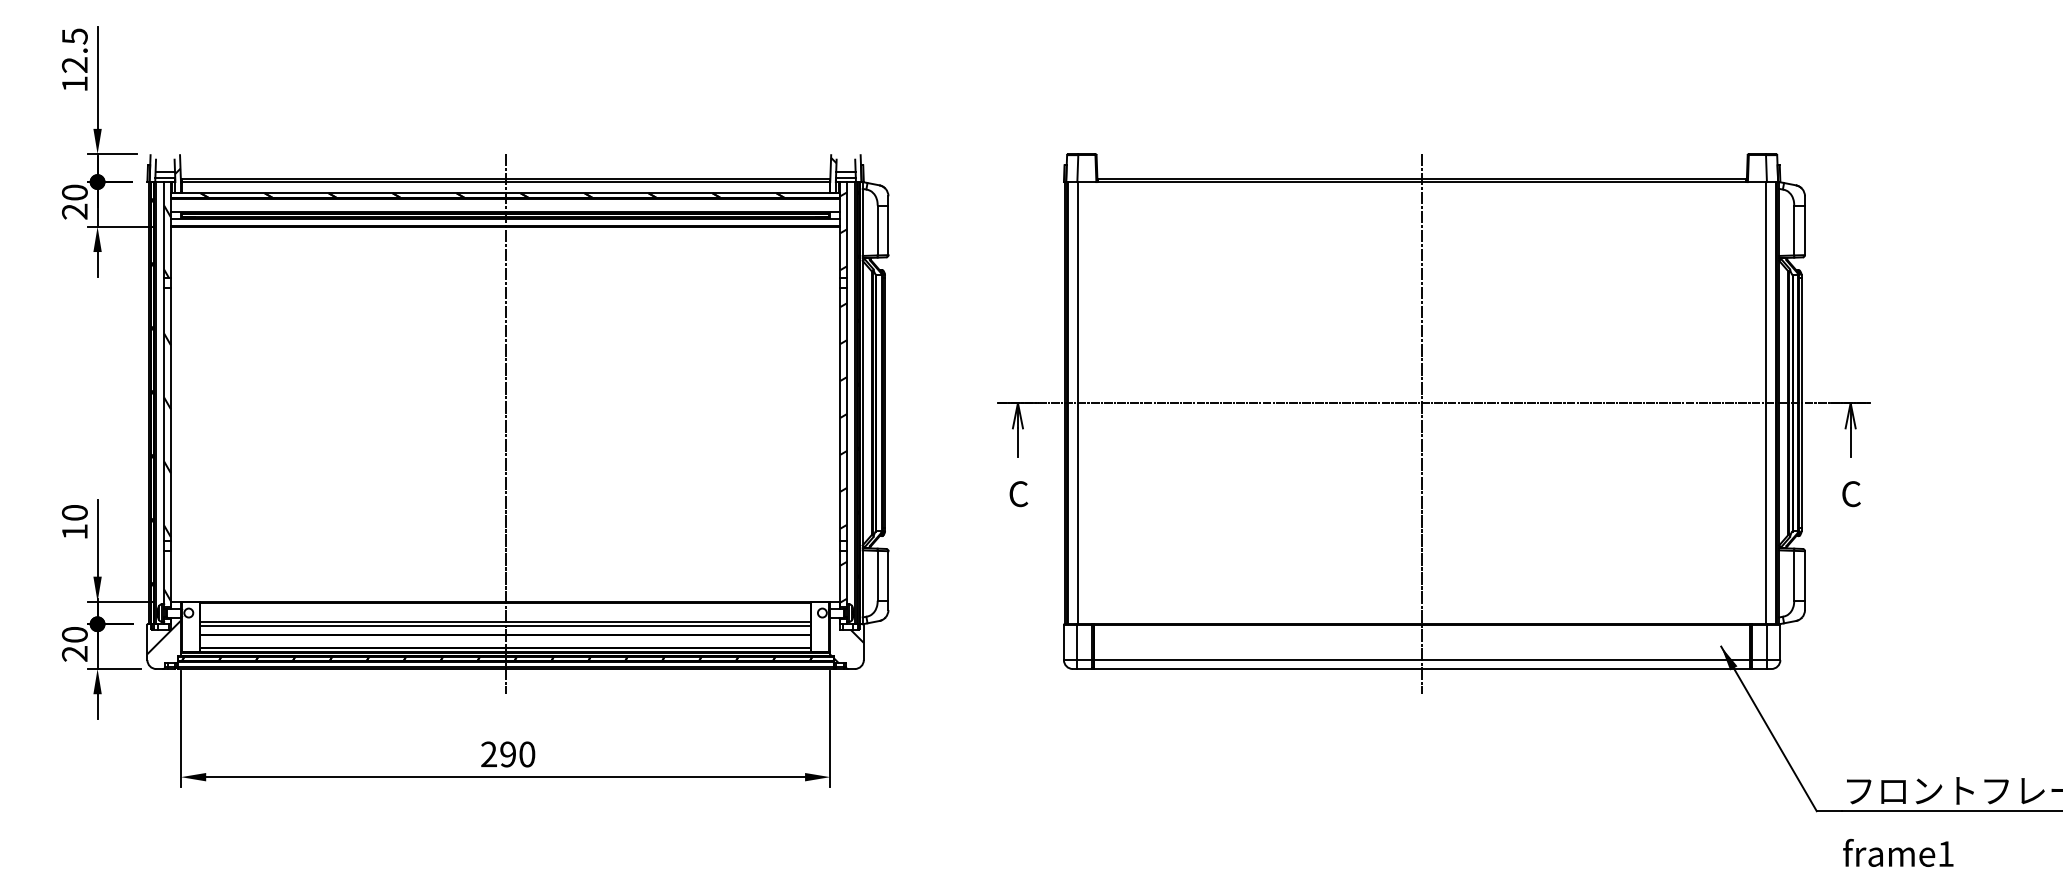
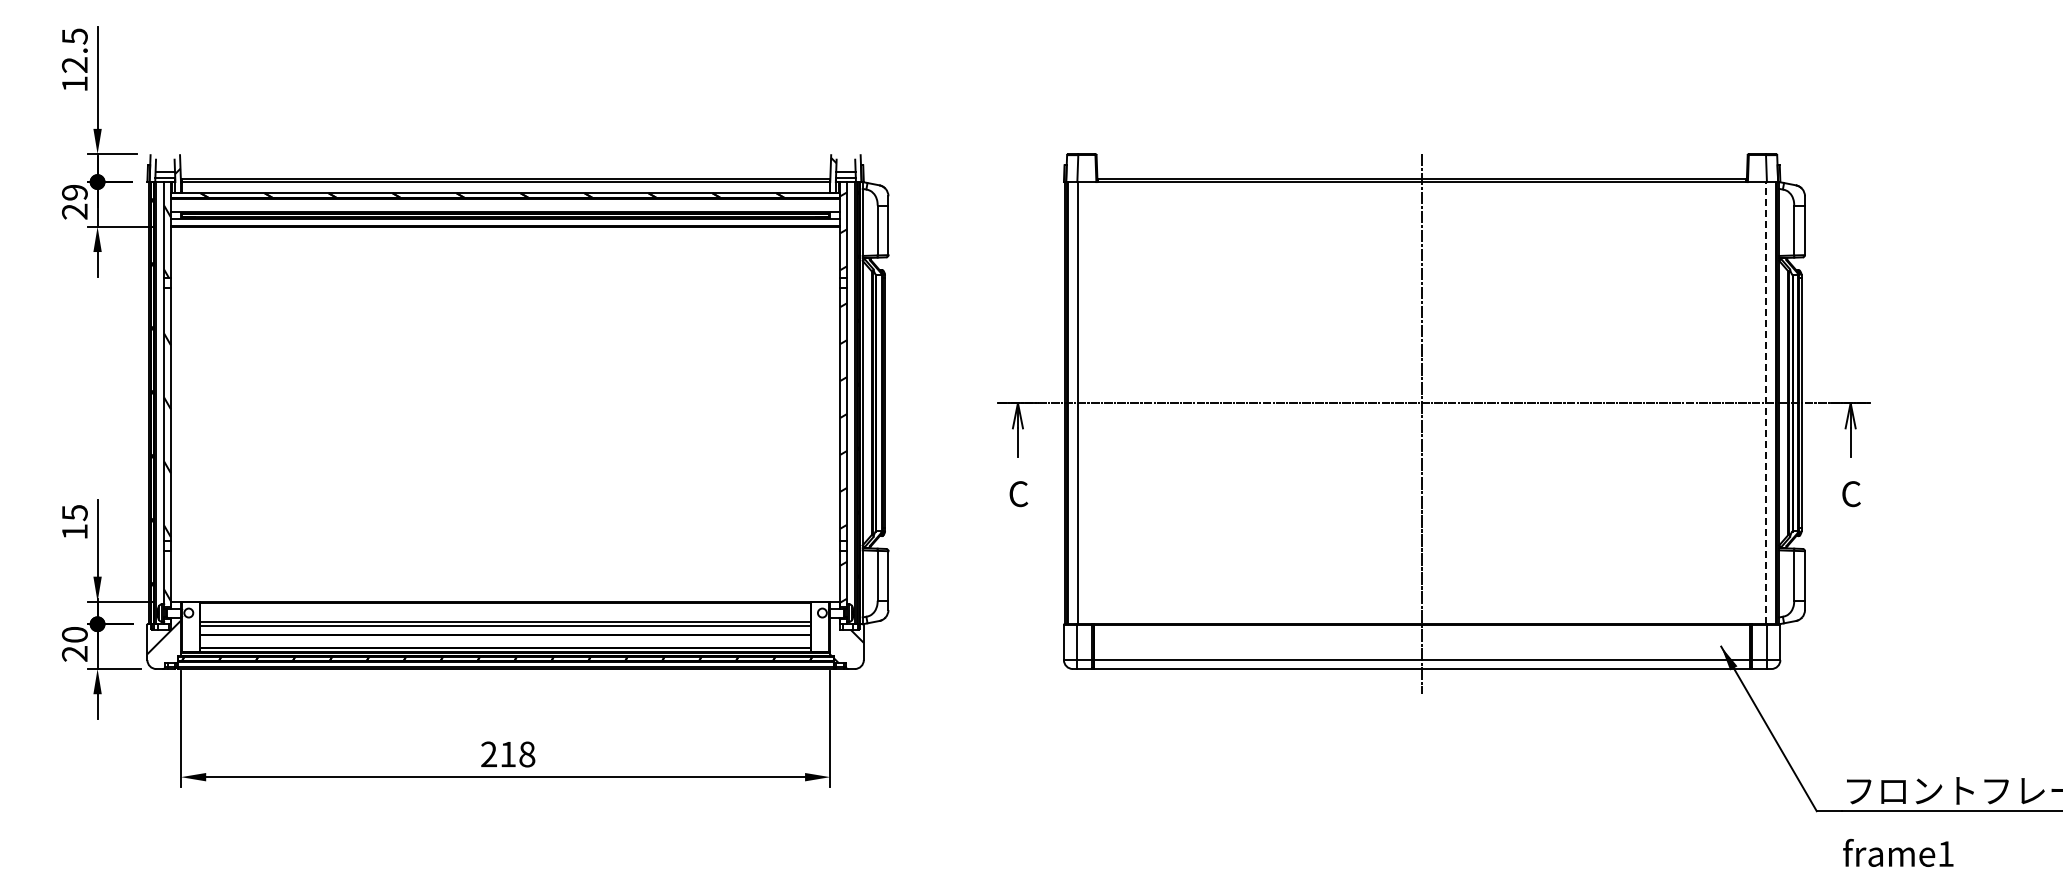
text at (74, 192): 20 -> 29
line at (1766, 402): solid -> dashed
line at (505, 423): present -> none
text at (74, 513): 10 -> 15
text at (517, 754): 290 -> 218
